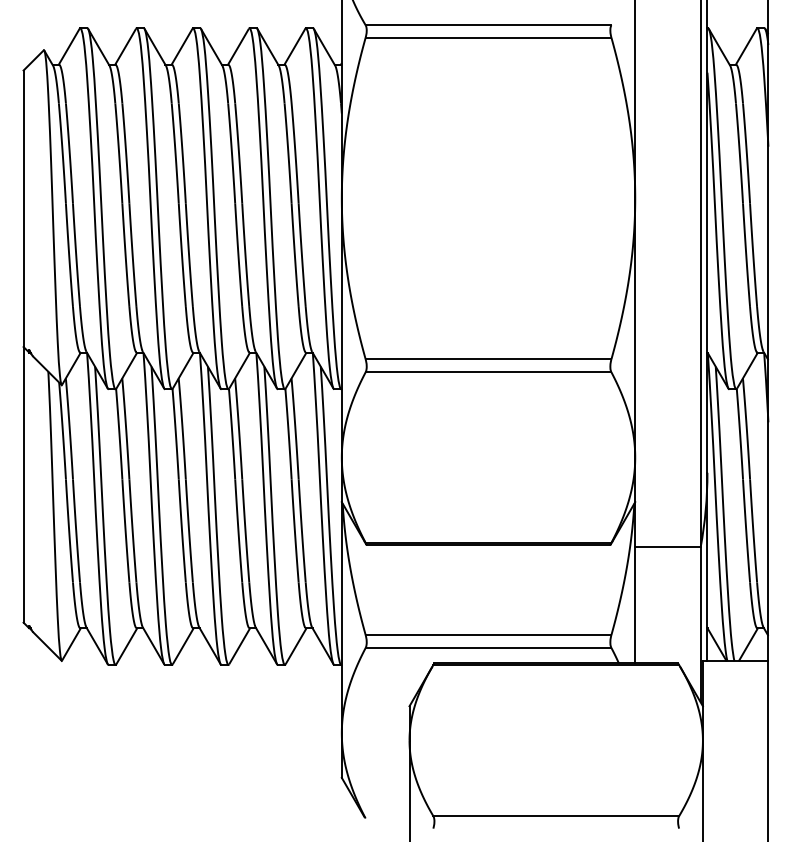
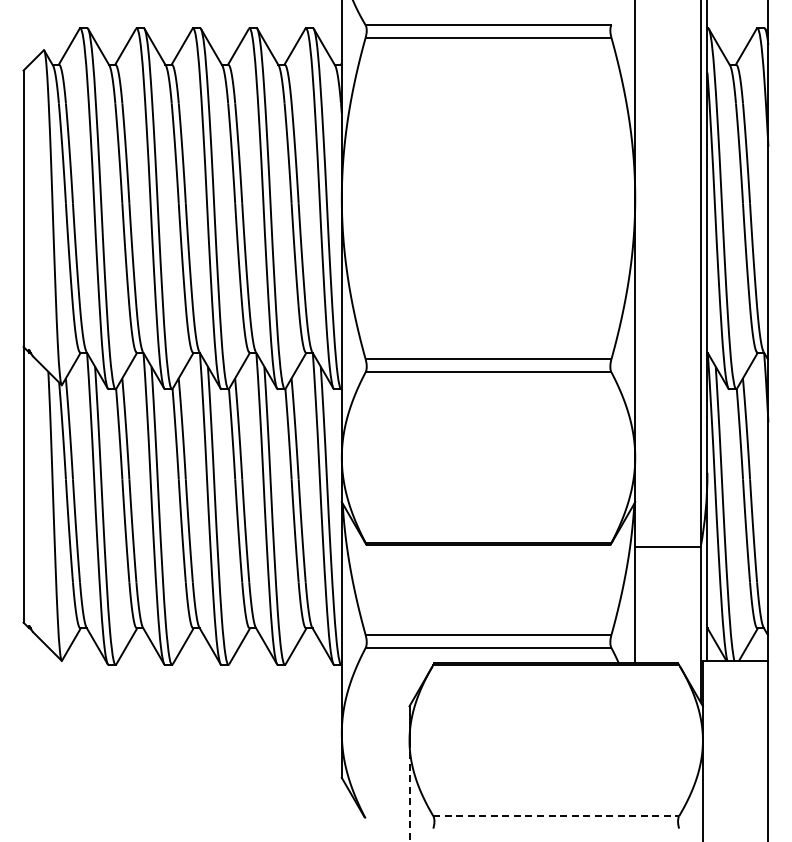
line at (409, 791): solid -> dashed
line at (556, 816): solid -> dashed
